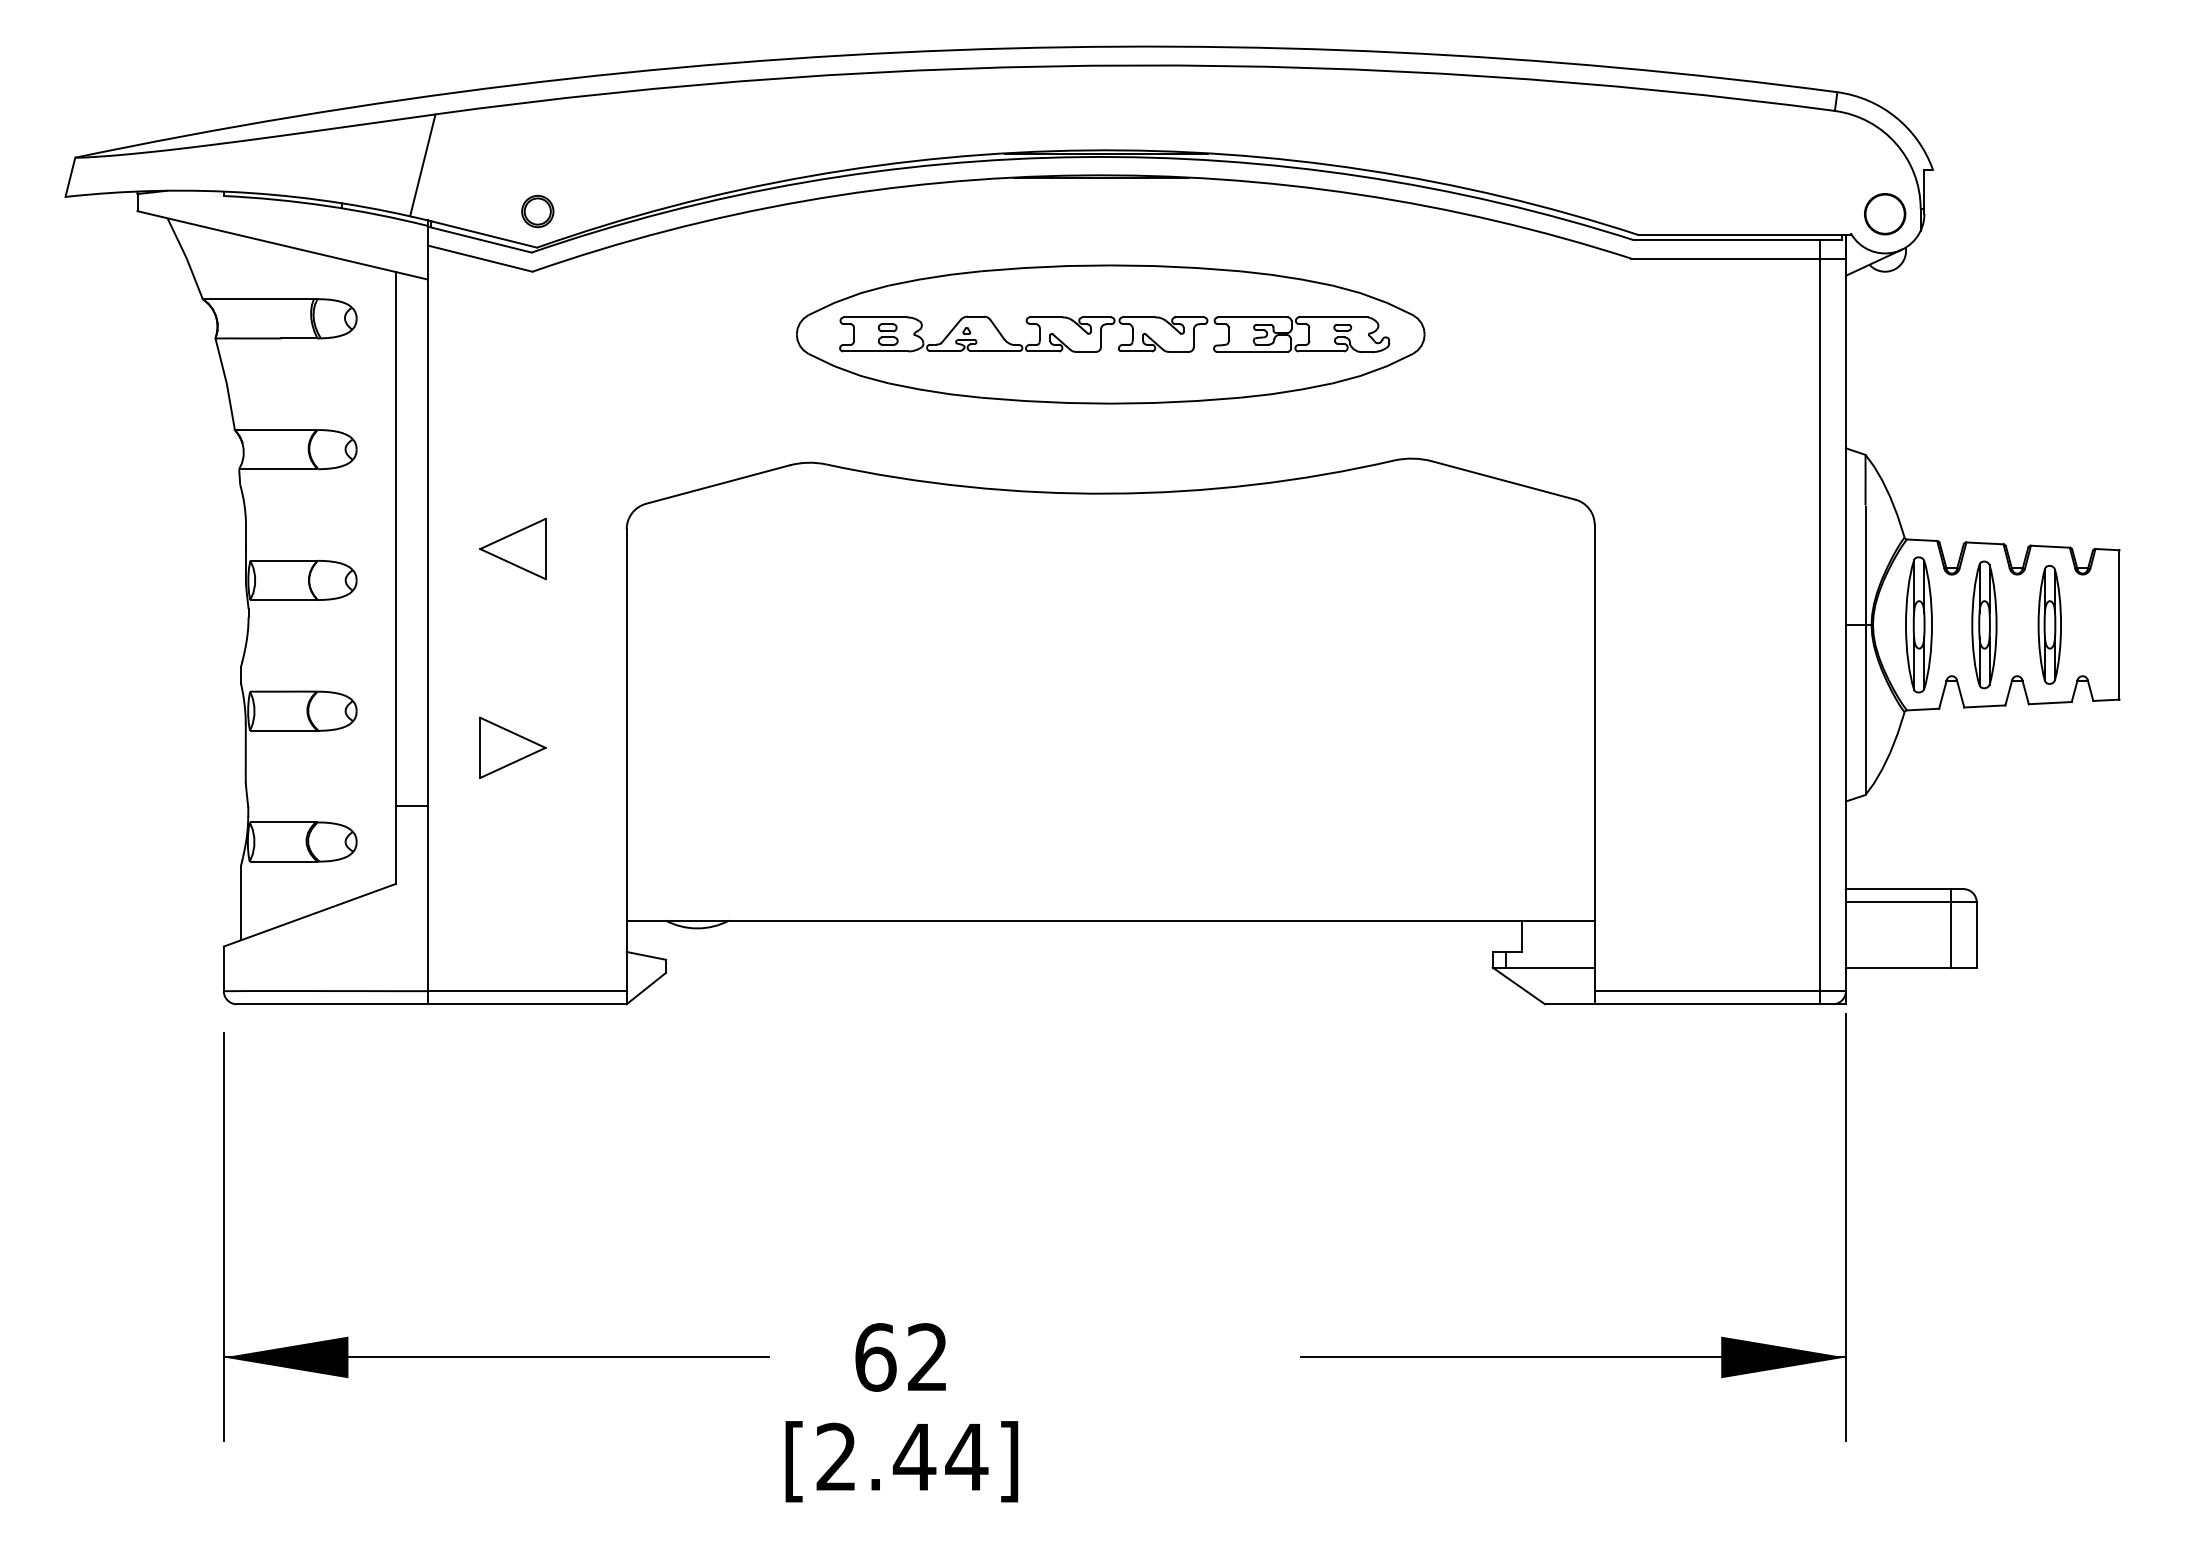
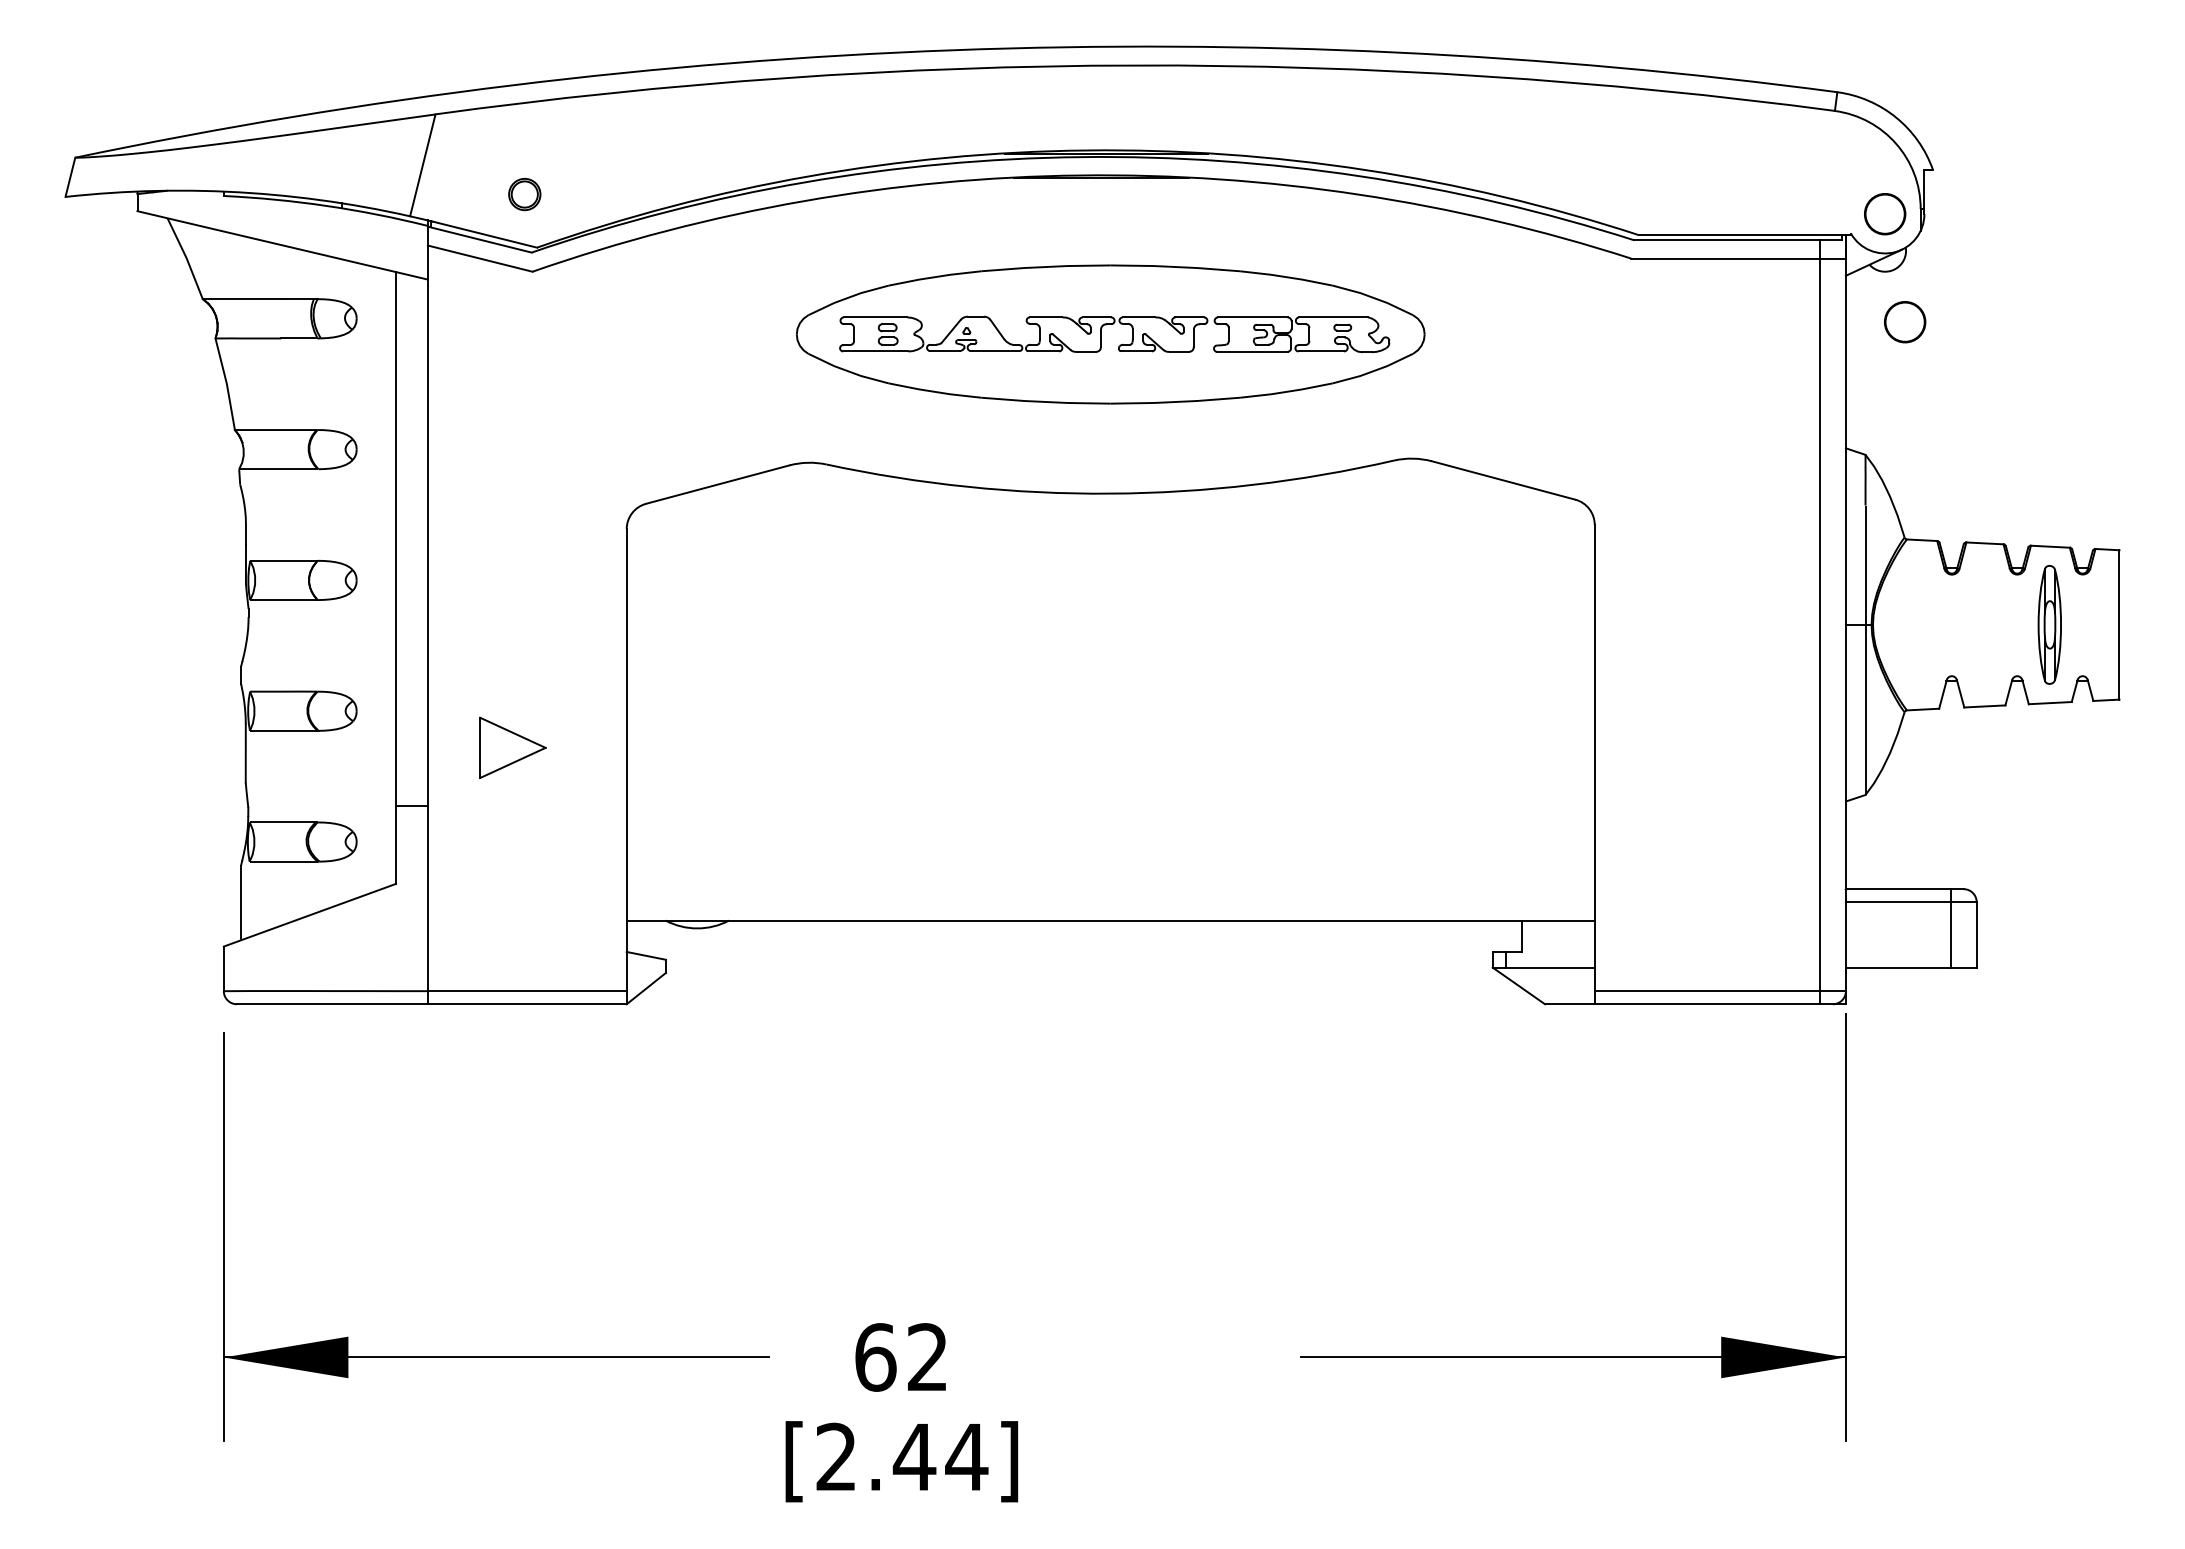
part at (537, 211) position: (537, 211) -> (524, 194)
circle at (1905, 322): none -> present
part at (512, 549): present -> none
part at (1918, 624): present -> none
part at (1984, 624): present -> none
